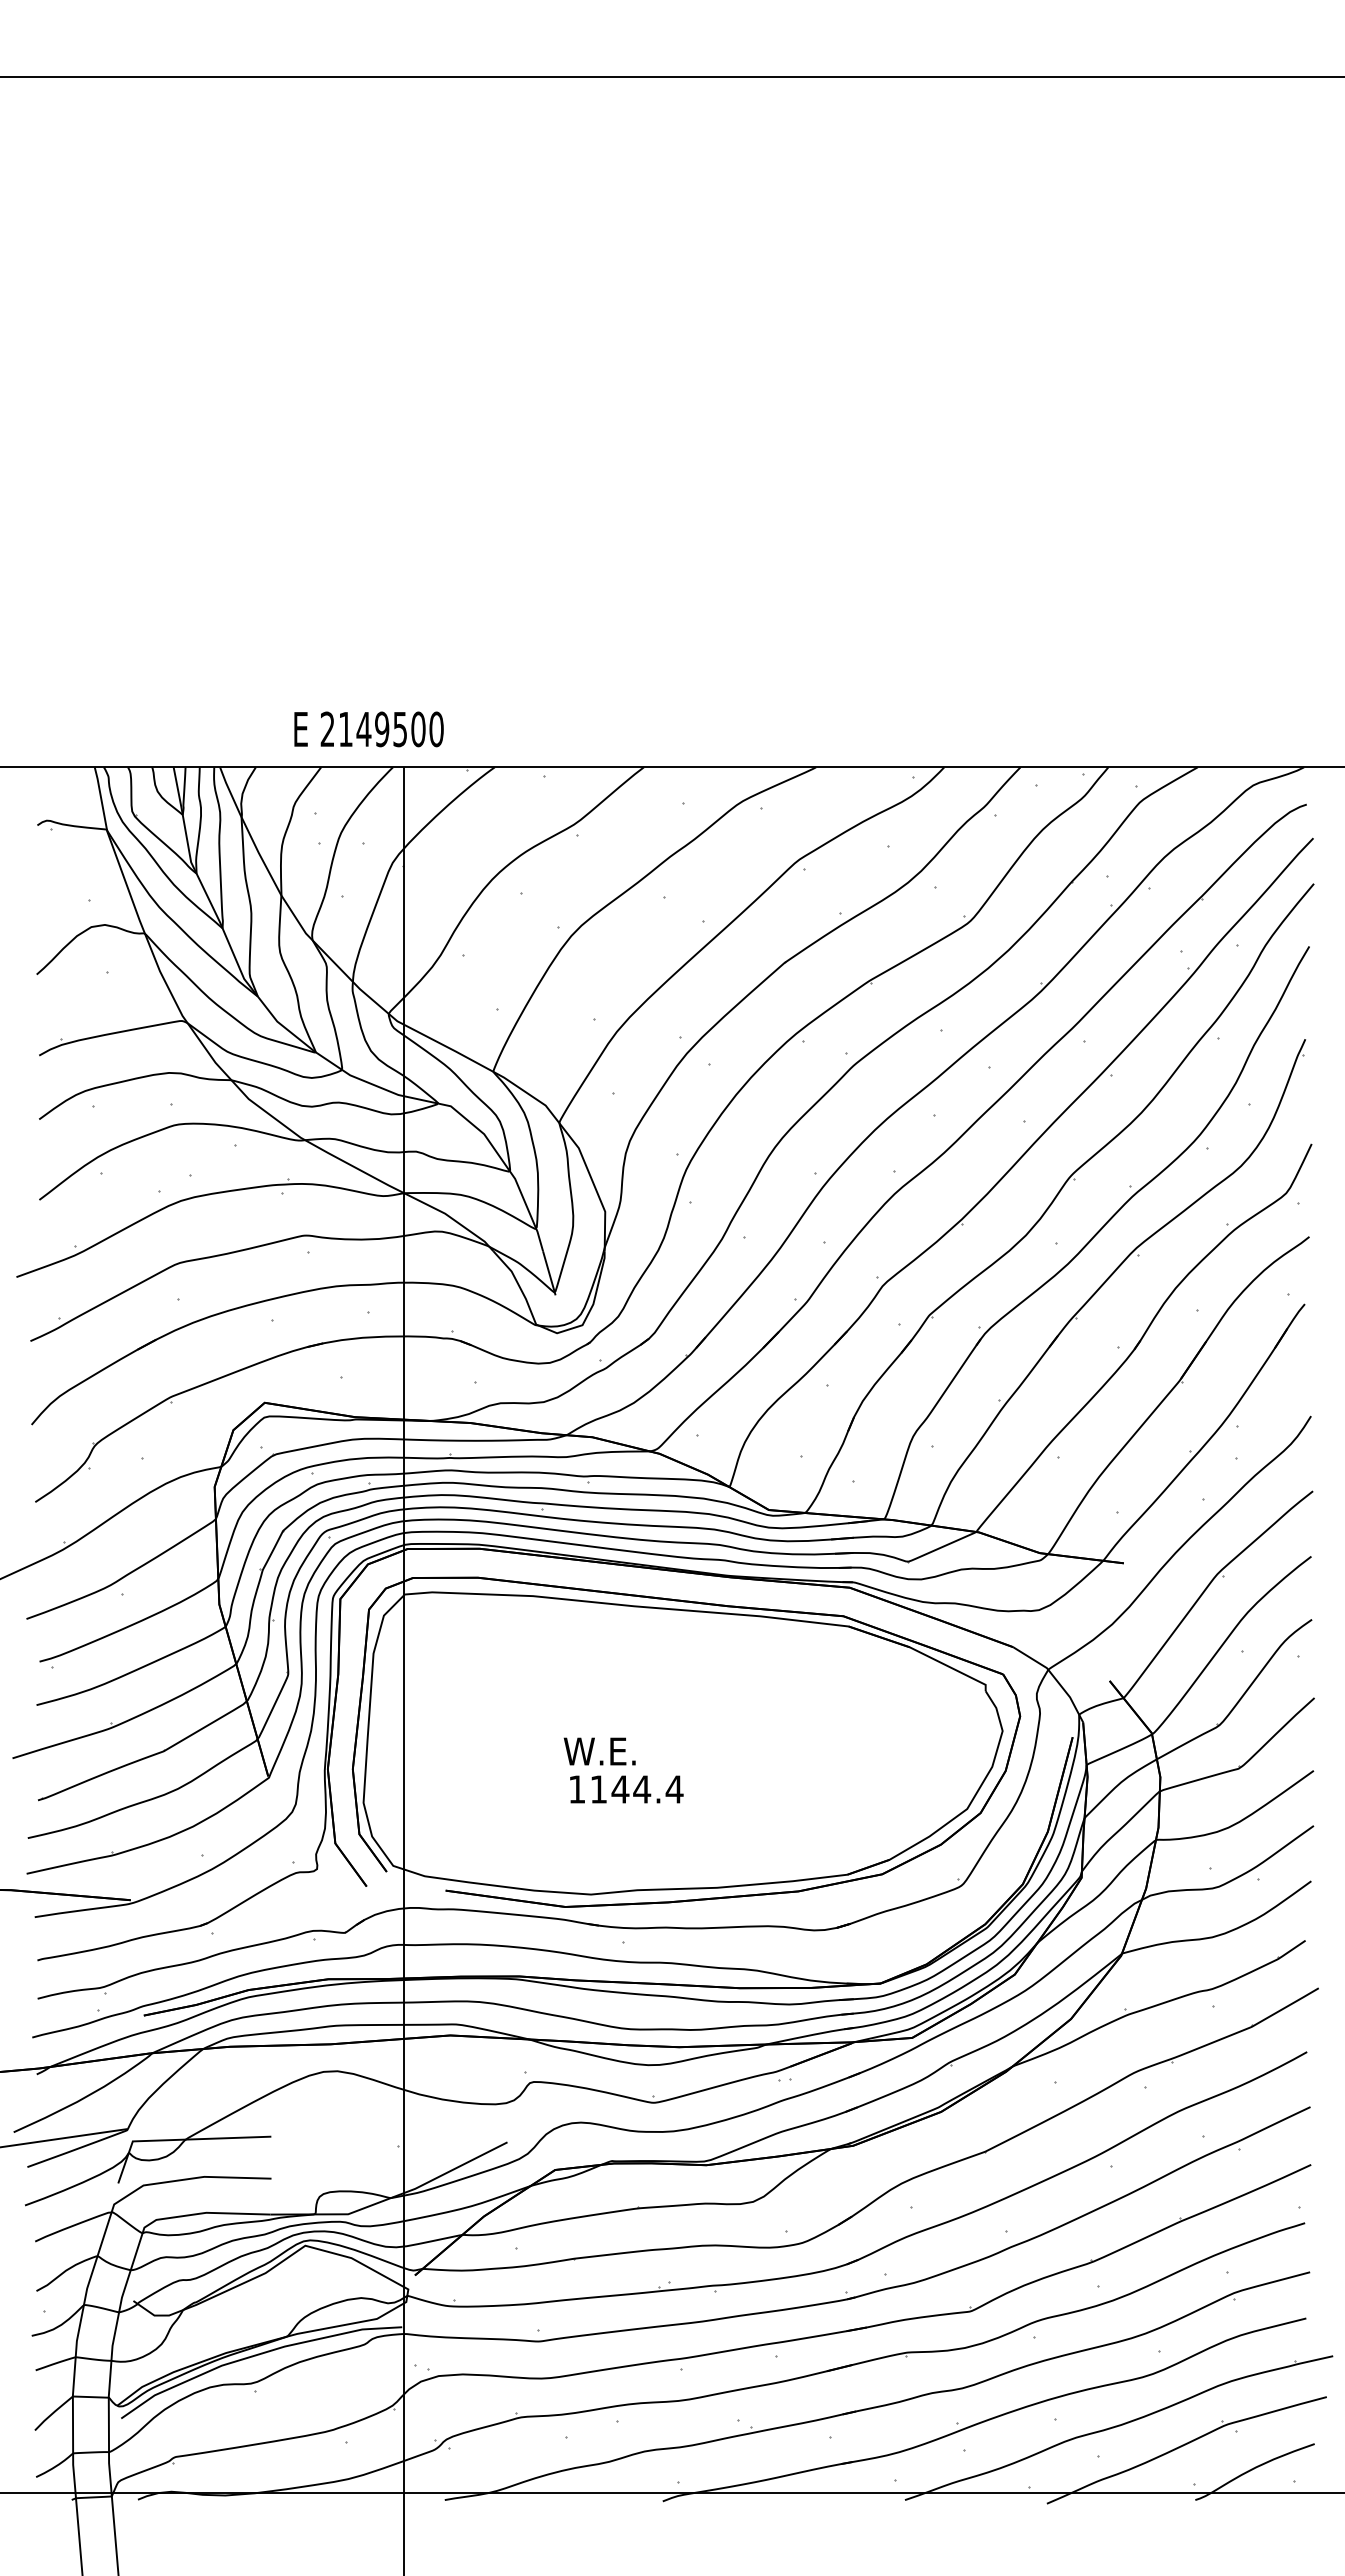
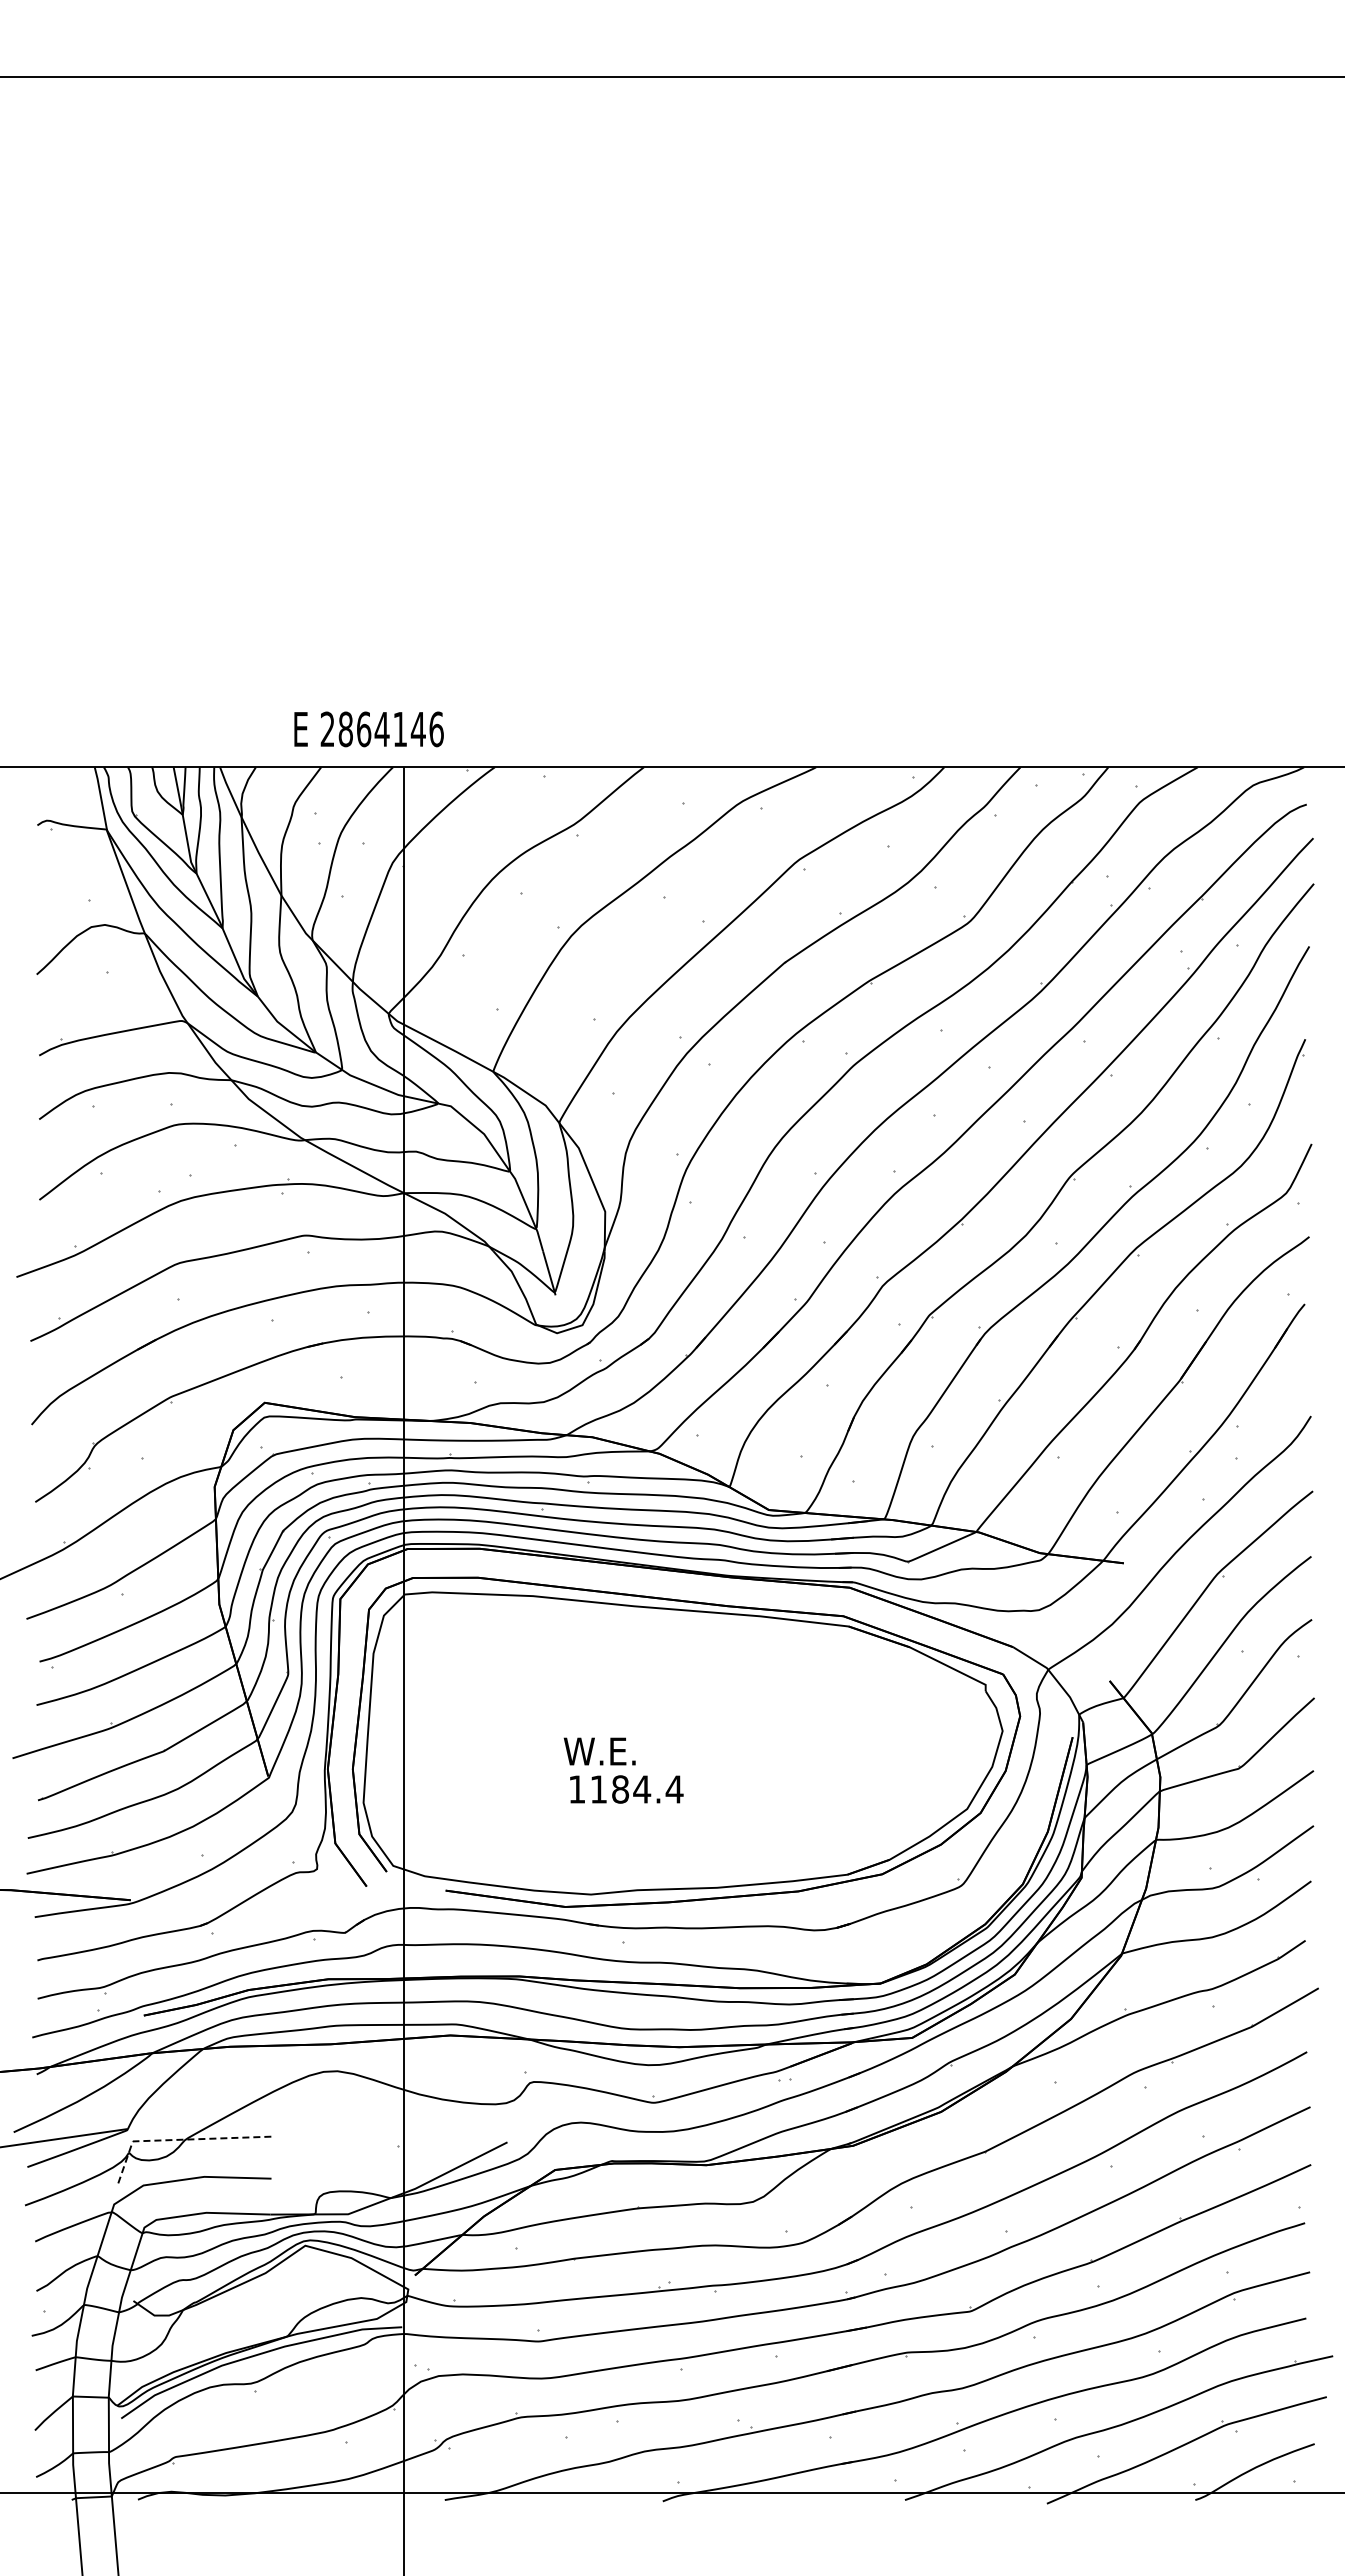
text at (390, 729): 2149500 -> 2864146
text at (620, 1789): 1144.4 -> 1184.4
line at (178, 2139): solid -> dashed
